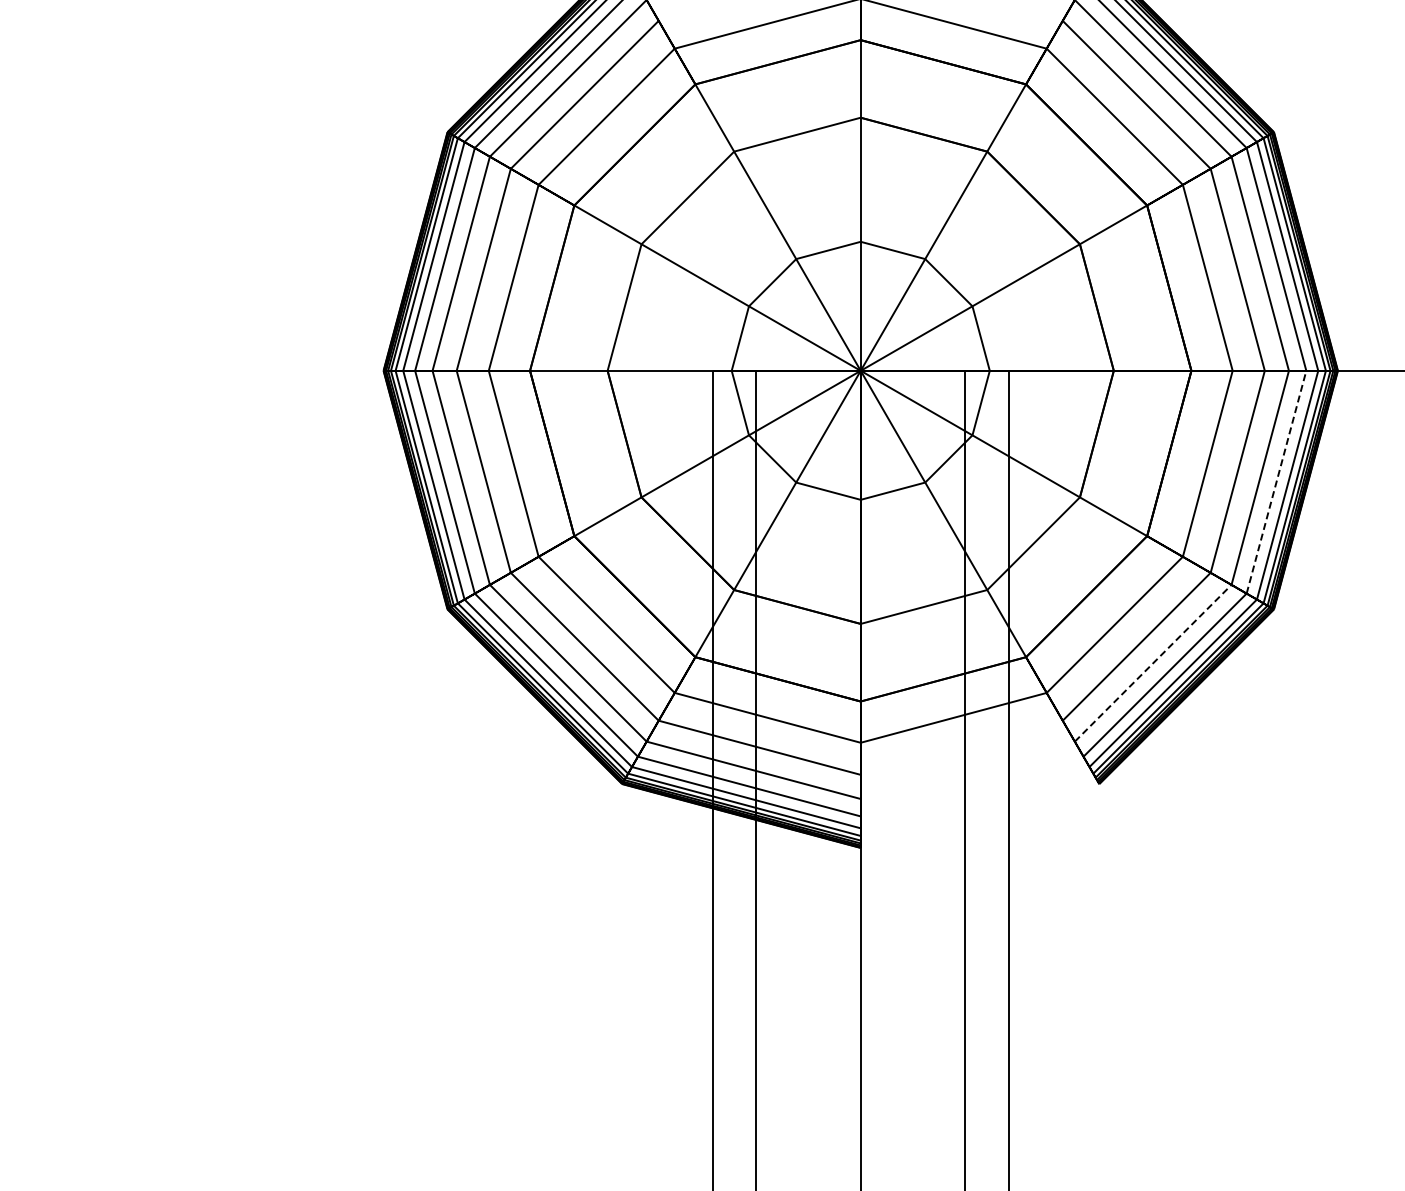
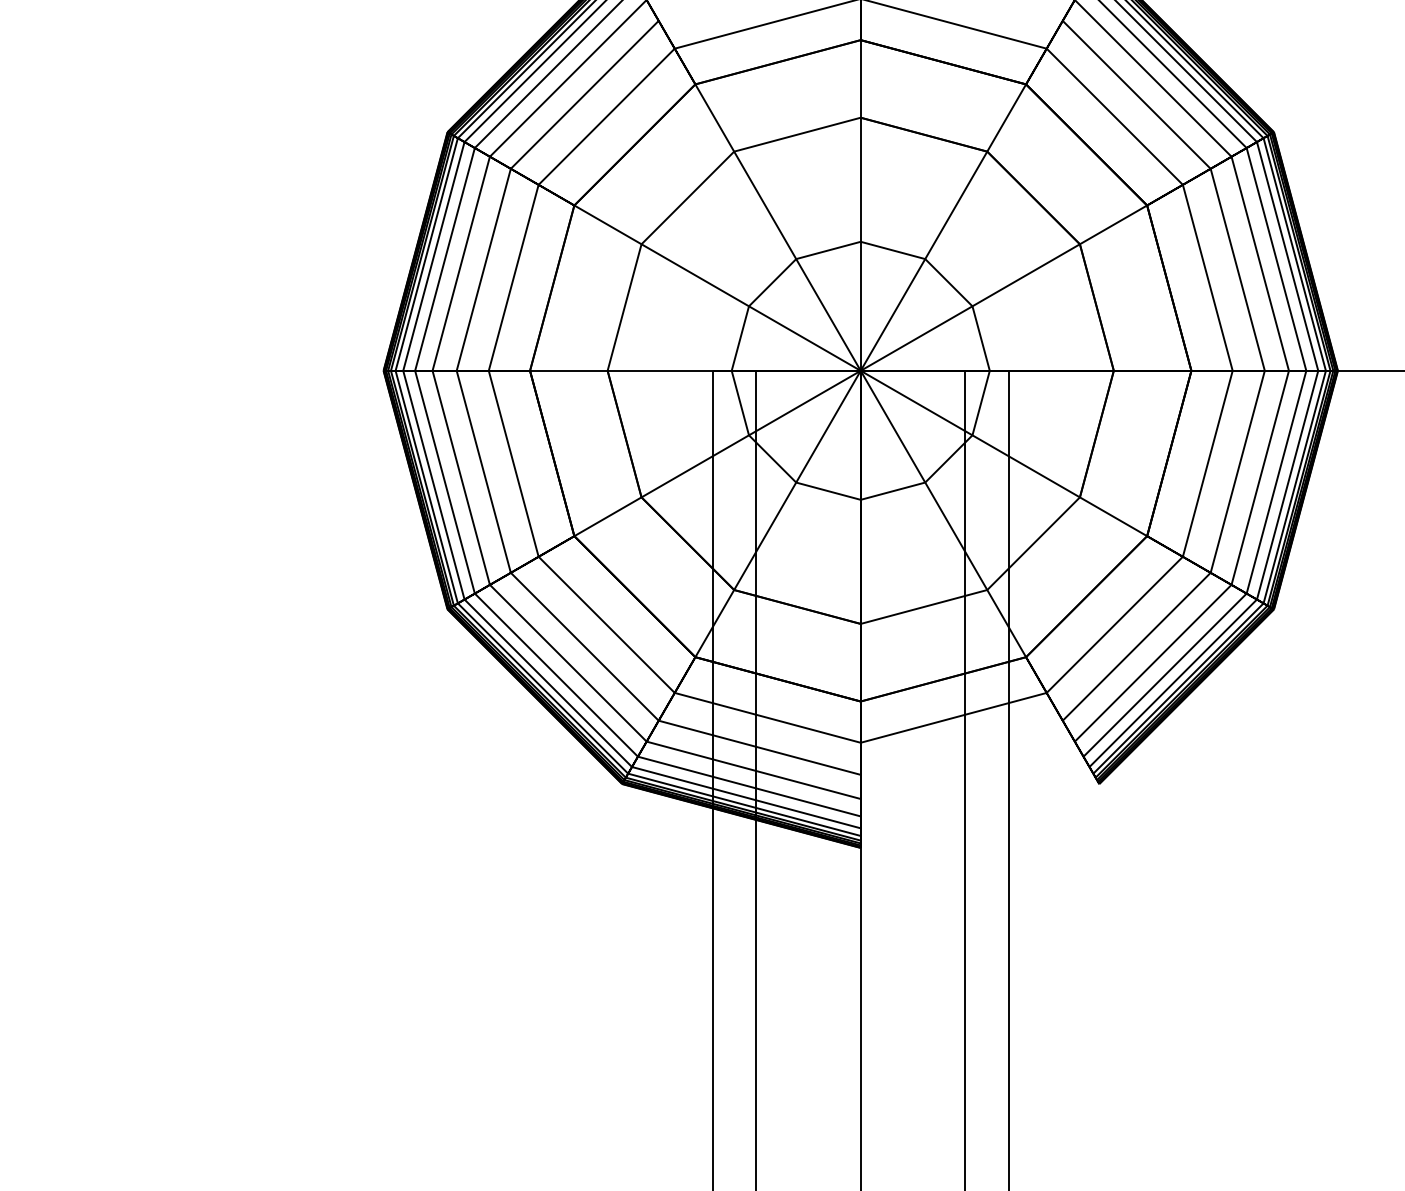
line at (1276, 481): dashed -> solid
line at (1153, 663): dashed -> solid
